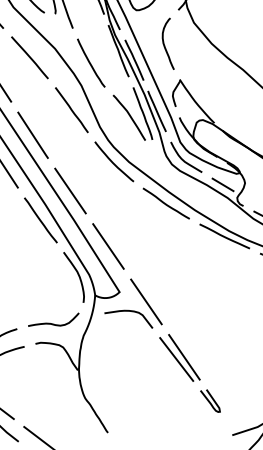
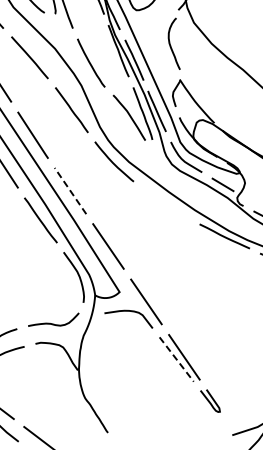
curve at (165, 45) position: (165, 45) -> (171, 45)
line at (70, 191): solid -> dashed
curve at (165, 203): present -> none
line at (176, 359): solid -> dashed
